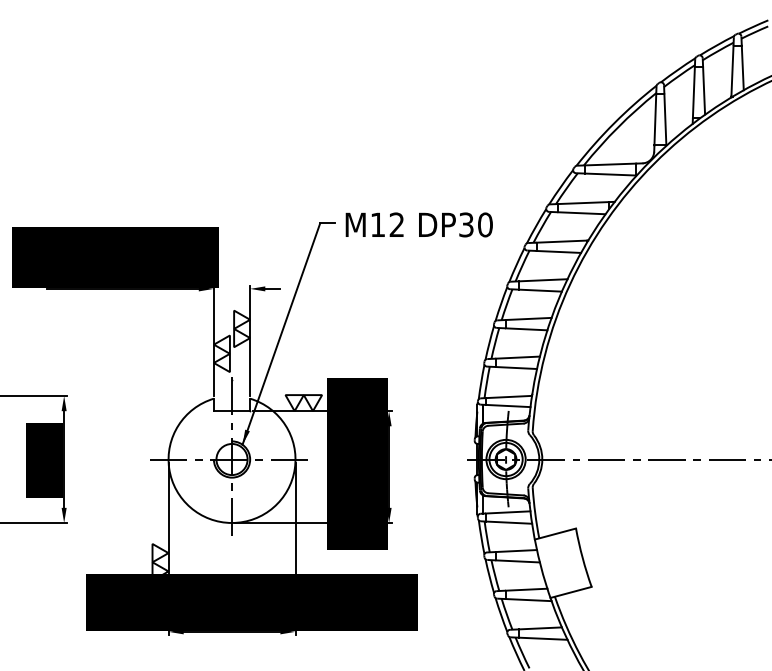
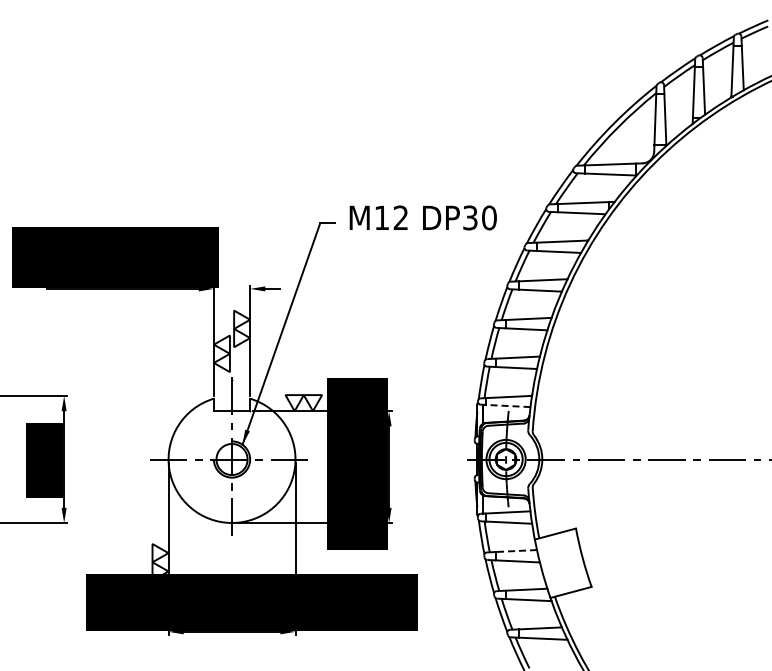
text at (418, 224) position: (418, 224) -> (422, 217)
line at (507, 405): solid -> dashed
line at (516, 551): solid -> dashed
